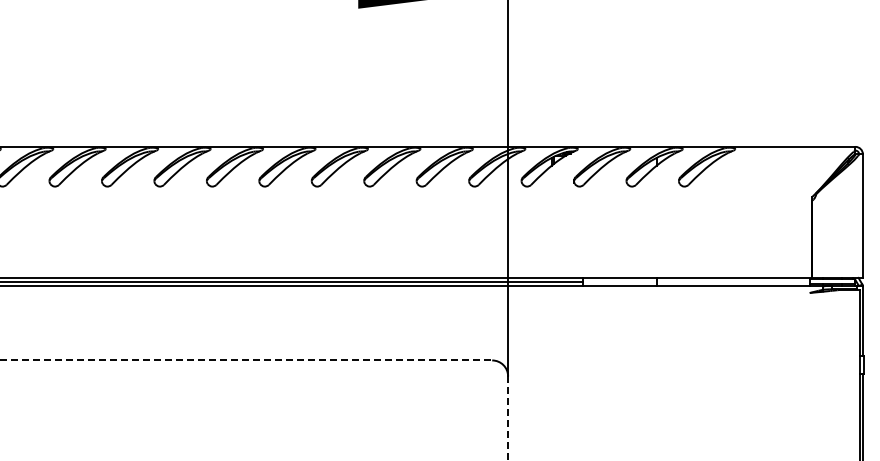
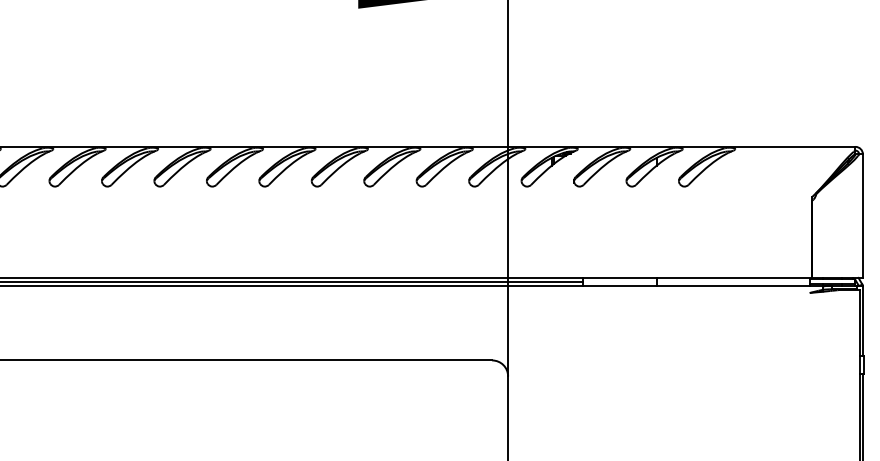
line at (246, 360): dashed -> solid
line at (508, 418): dashed -> solid
